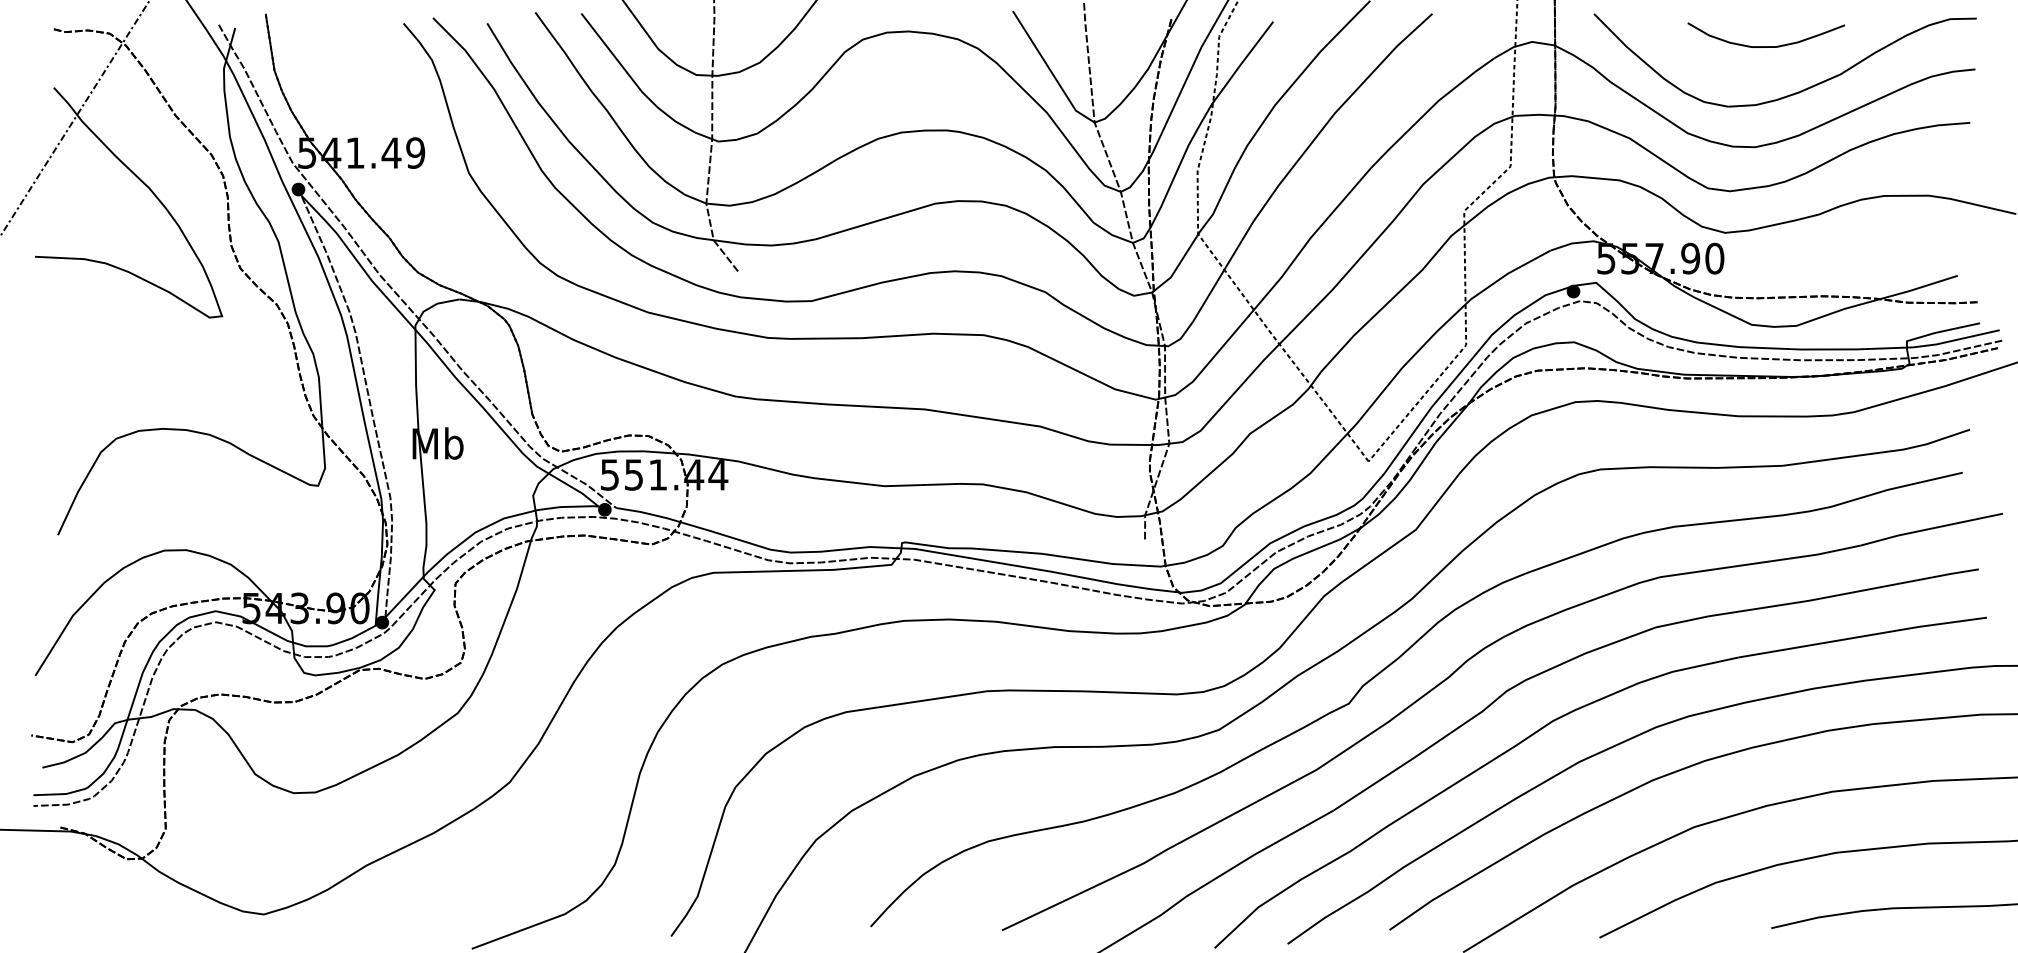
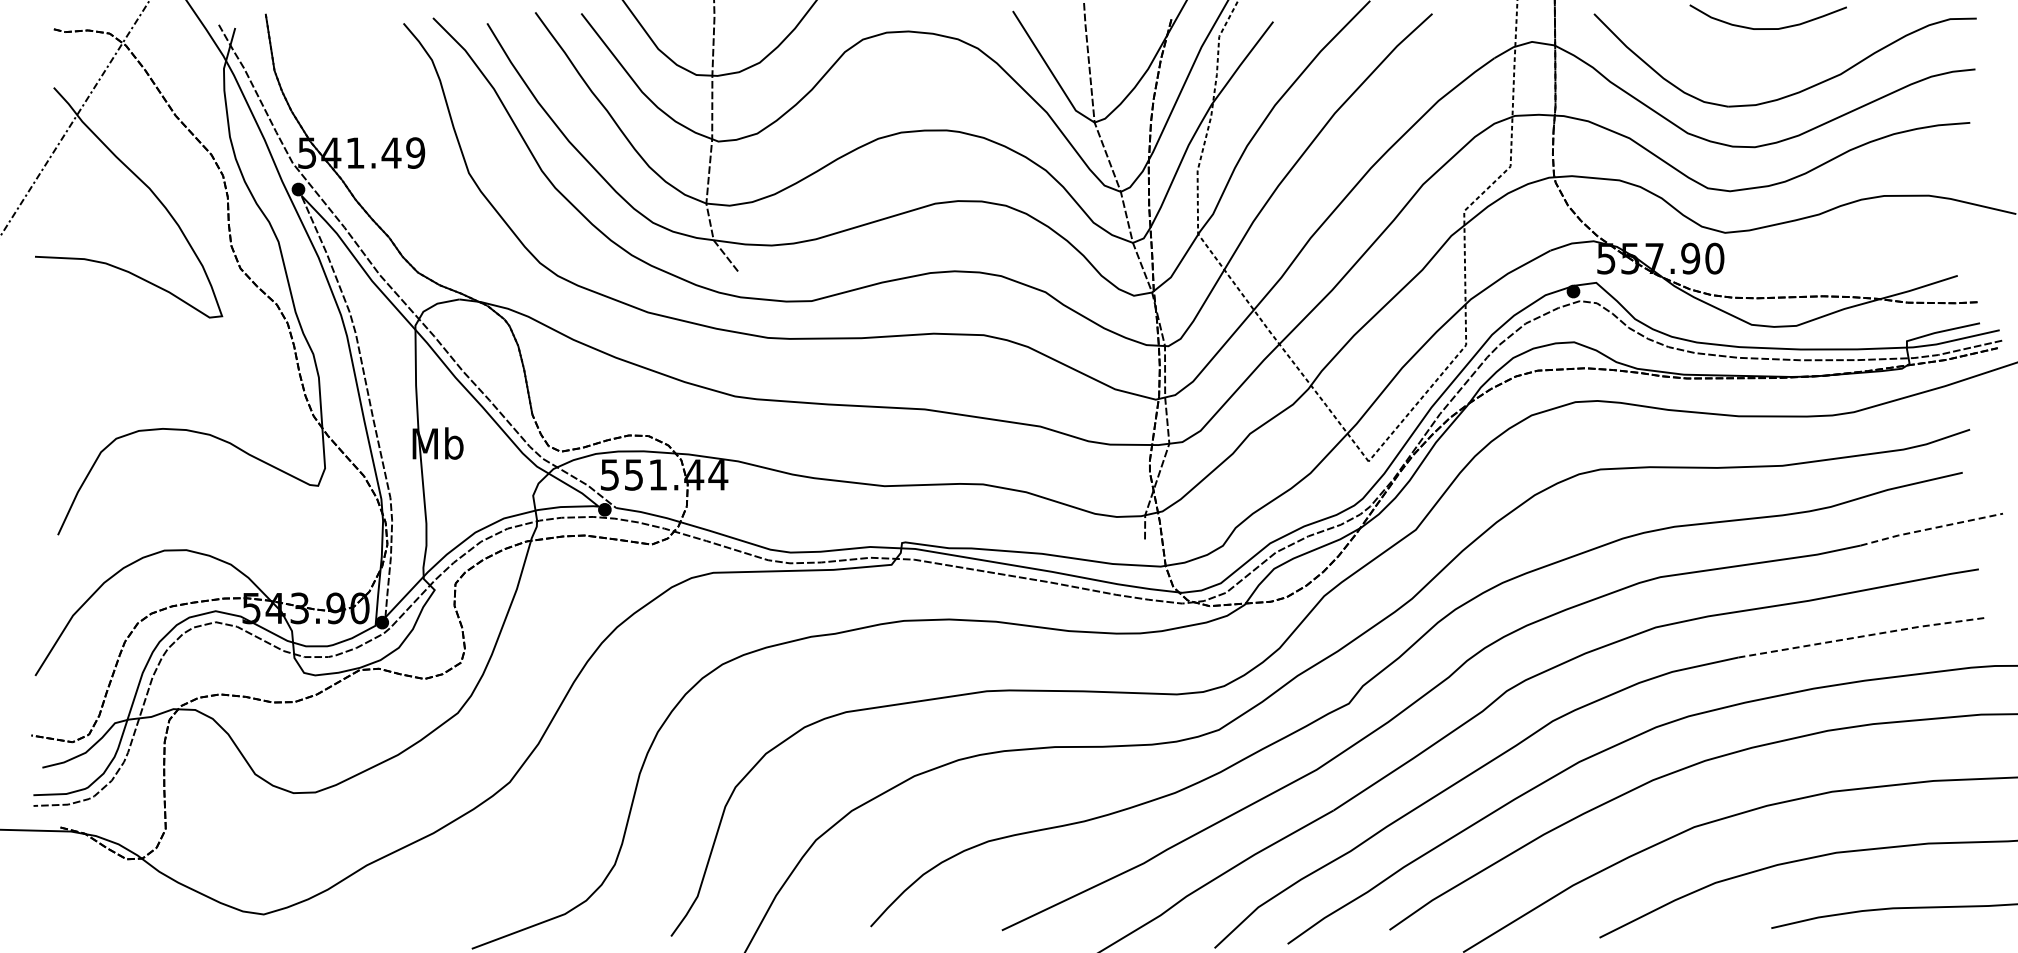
curve at (1765, 46) position: (1765, 46) -> (1767, 28)
line at (1931, 528): solid -> dashed
line at (1863, 636): solid -> dashed
